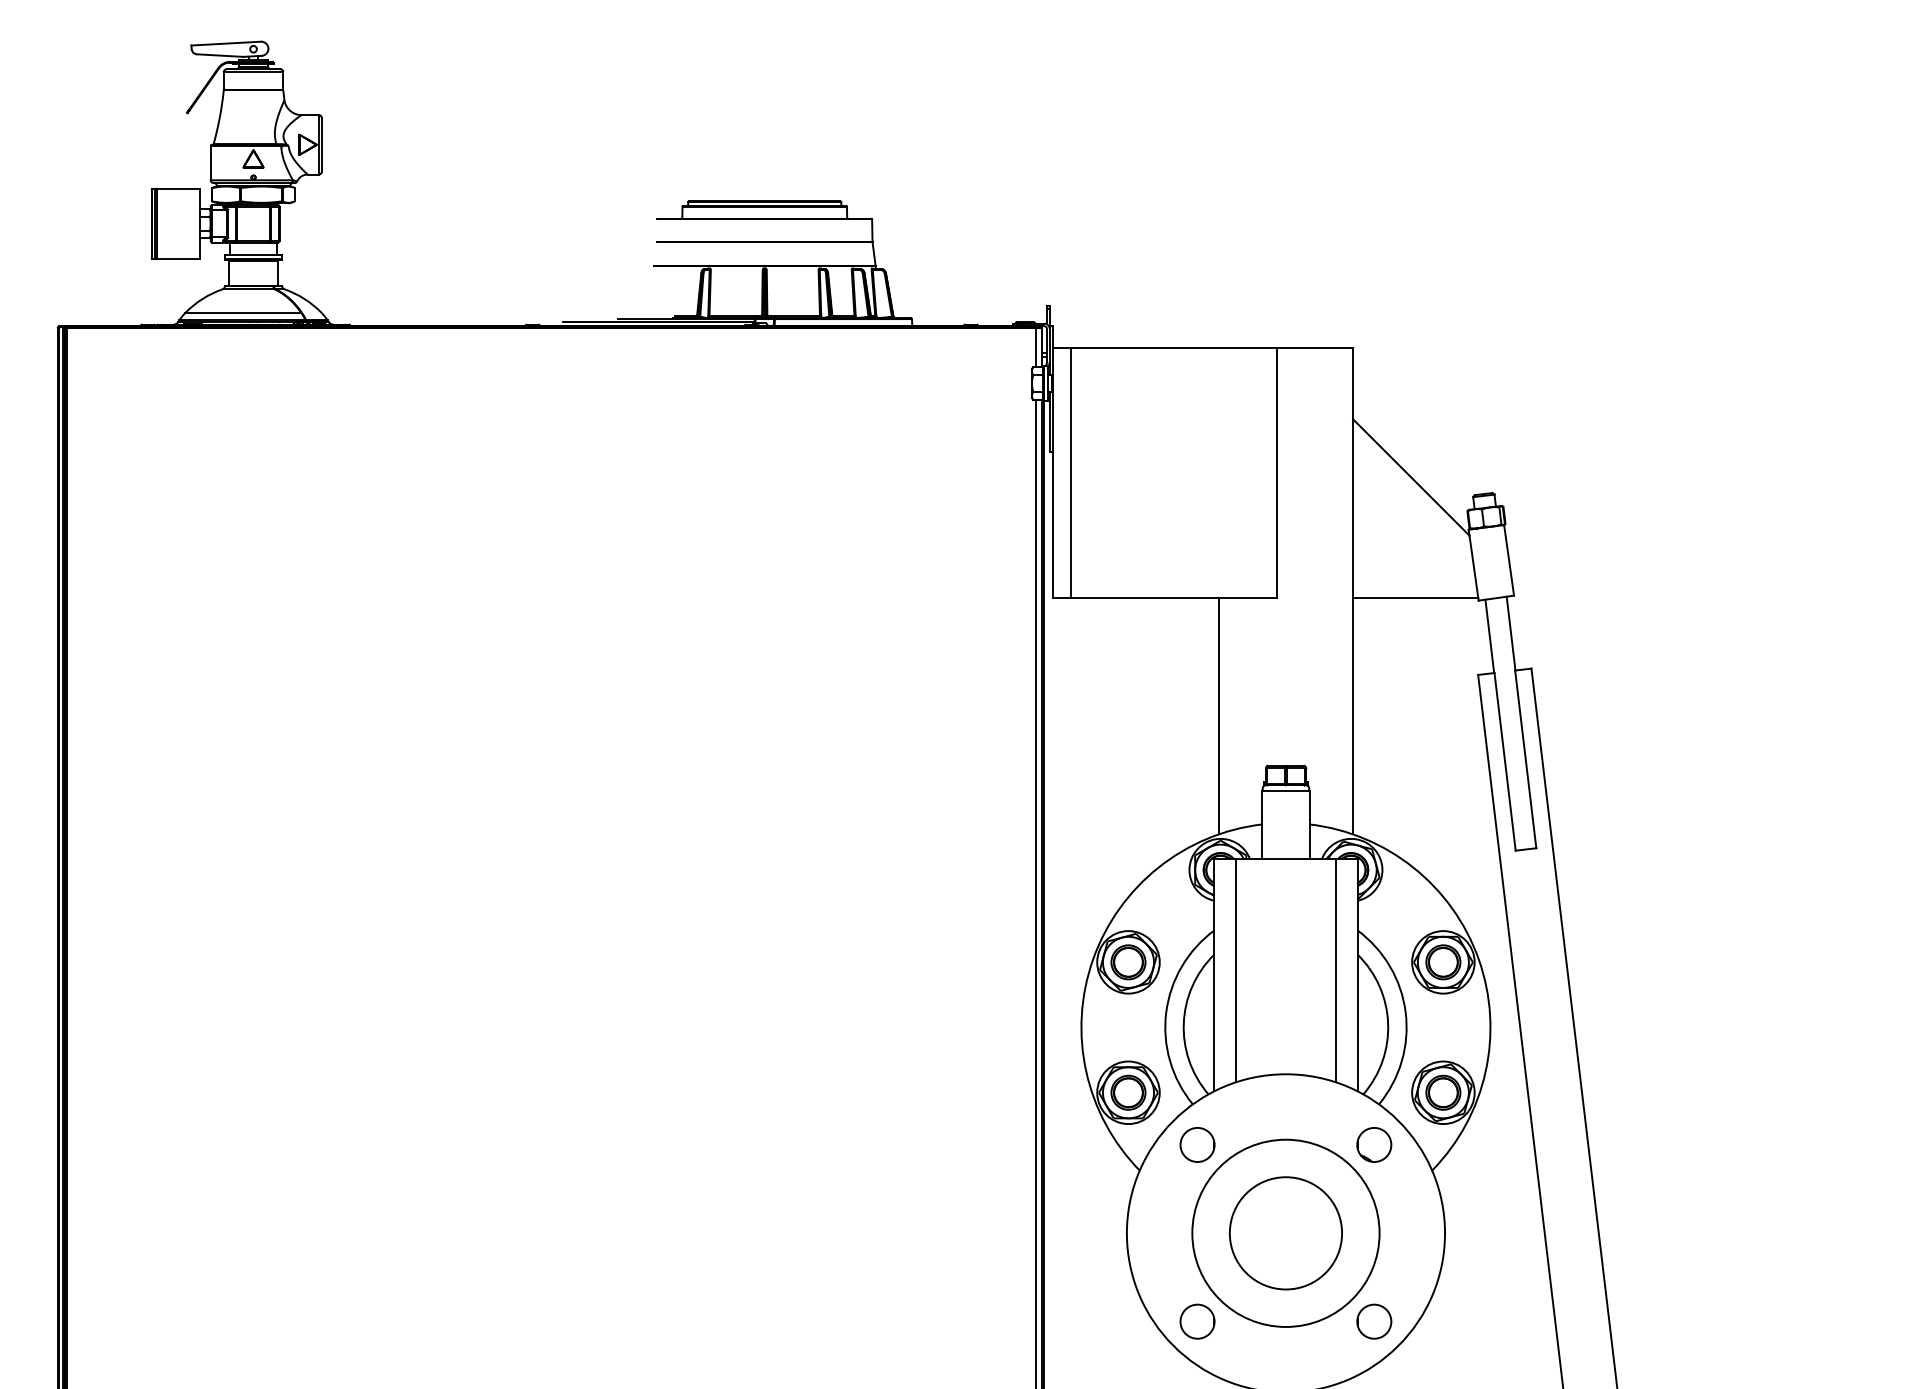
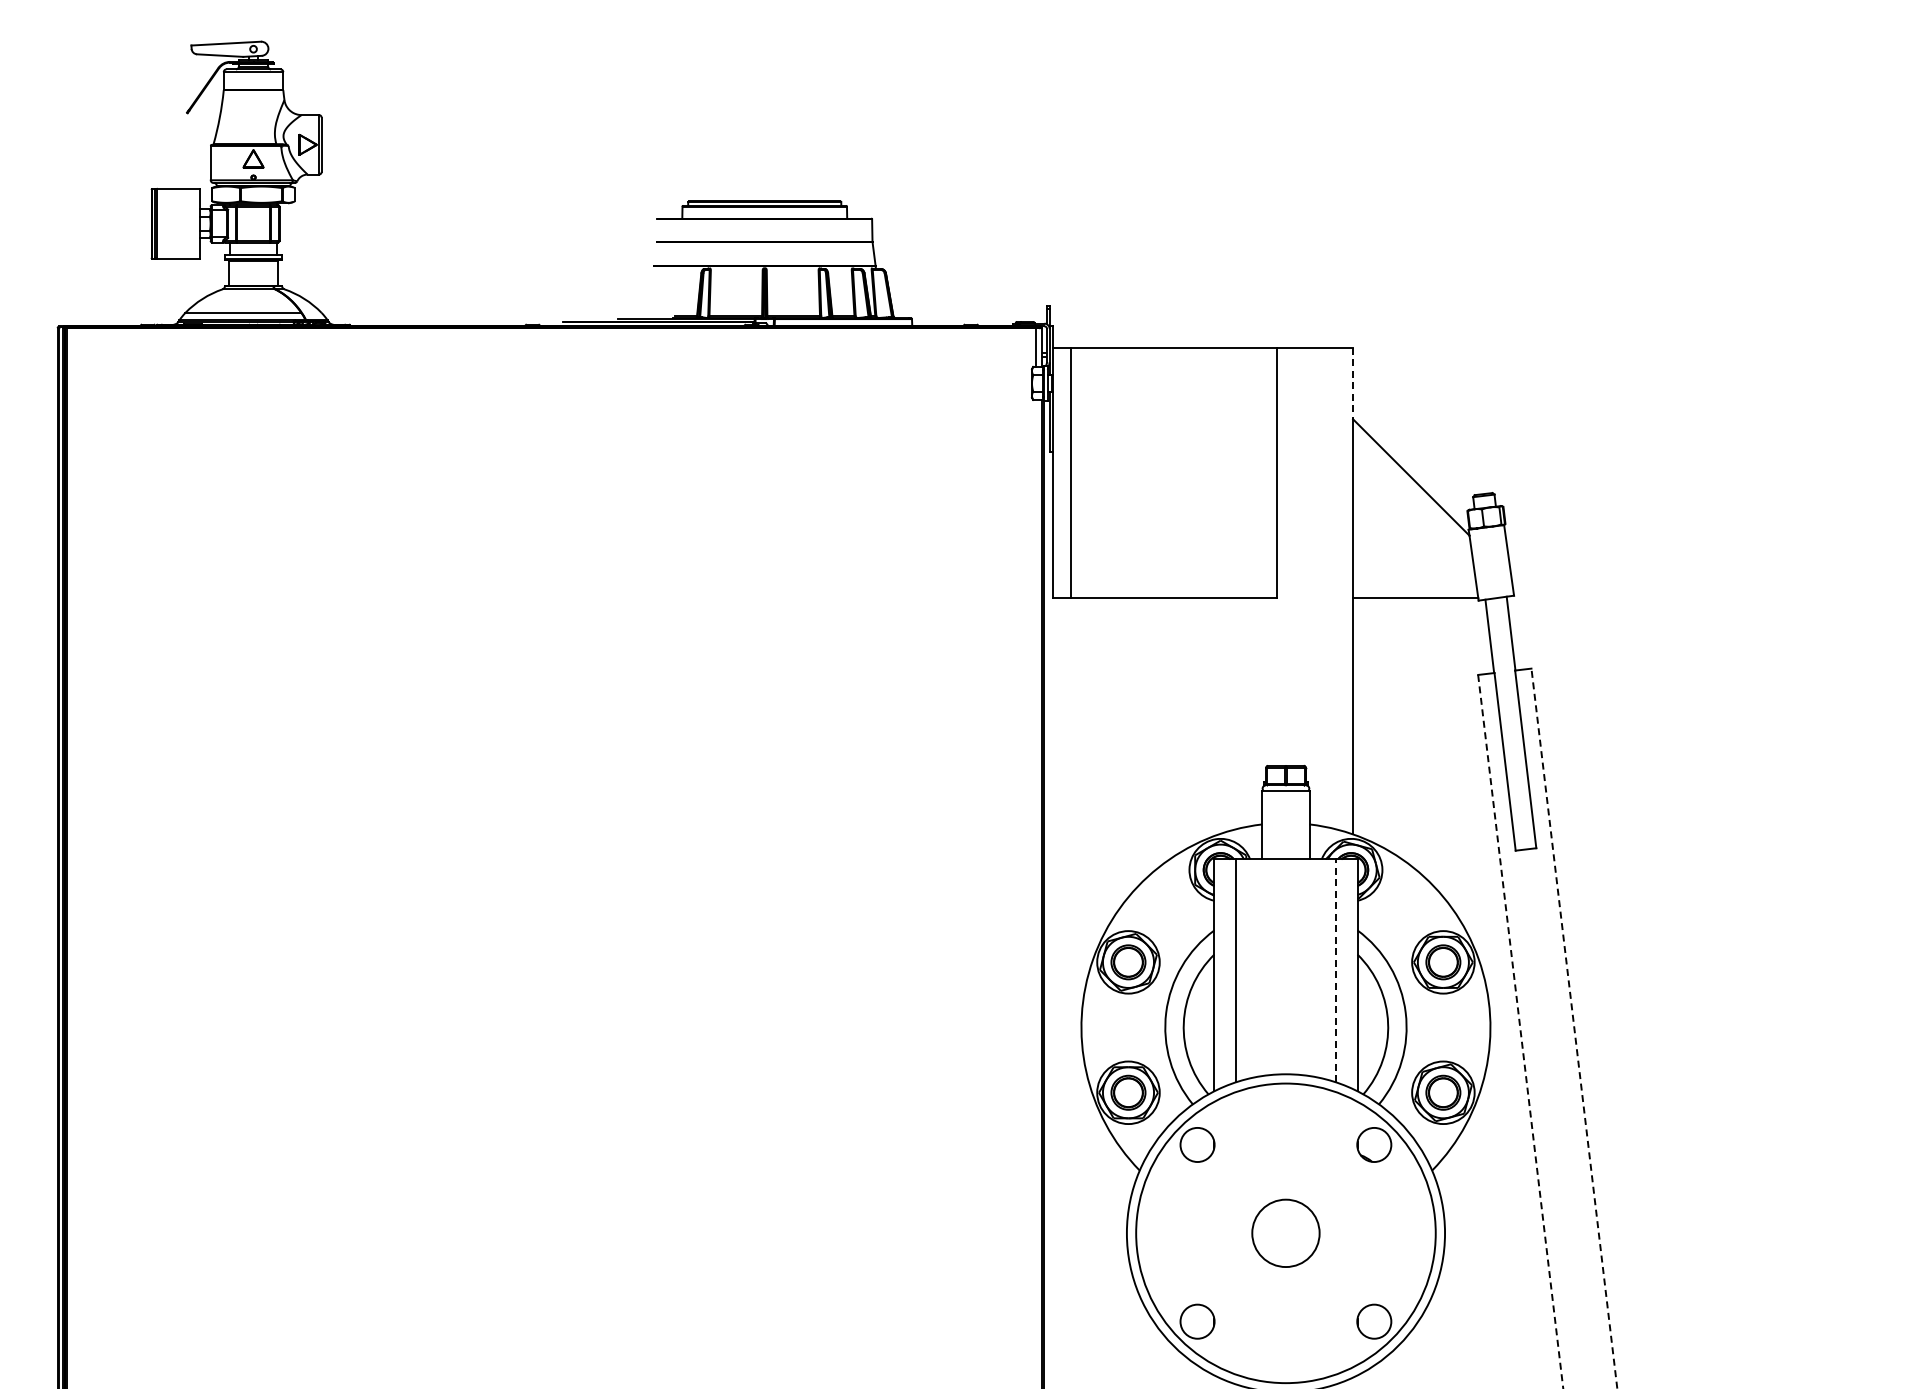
line at (1353, 383): solid -> dashed
line at (1218, 716): present -> none
line at (1035, 892): present -> none
line at (1336, 970): solid -> dashed
line at (1574, 1027): solid -> dashed
line at (1520, 1032): solid -> dashed
circle at (1285, 1232) diameter: 187 px -> 300 px
circle at (1285, 1233) diameter: 112 px -> 67 px
